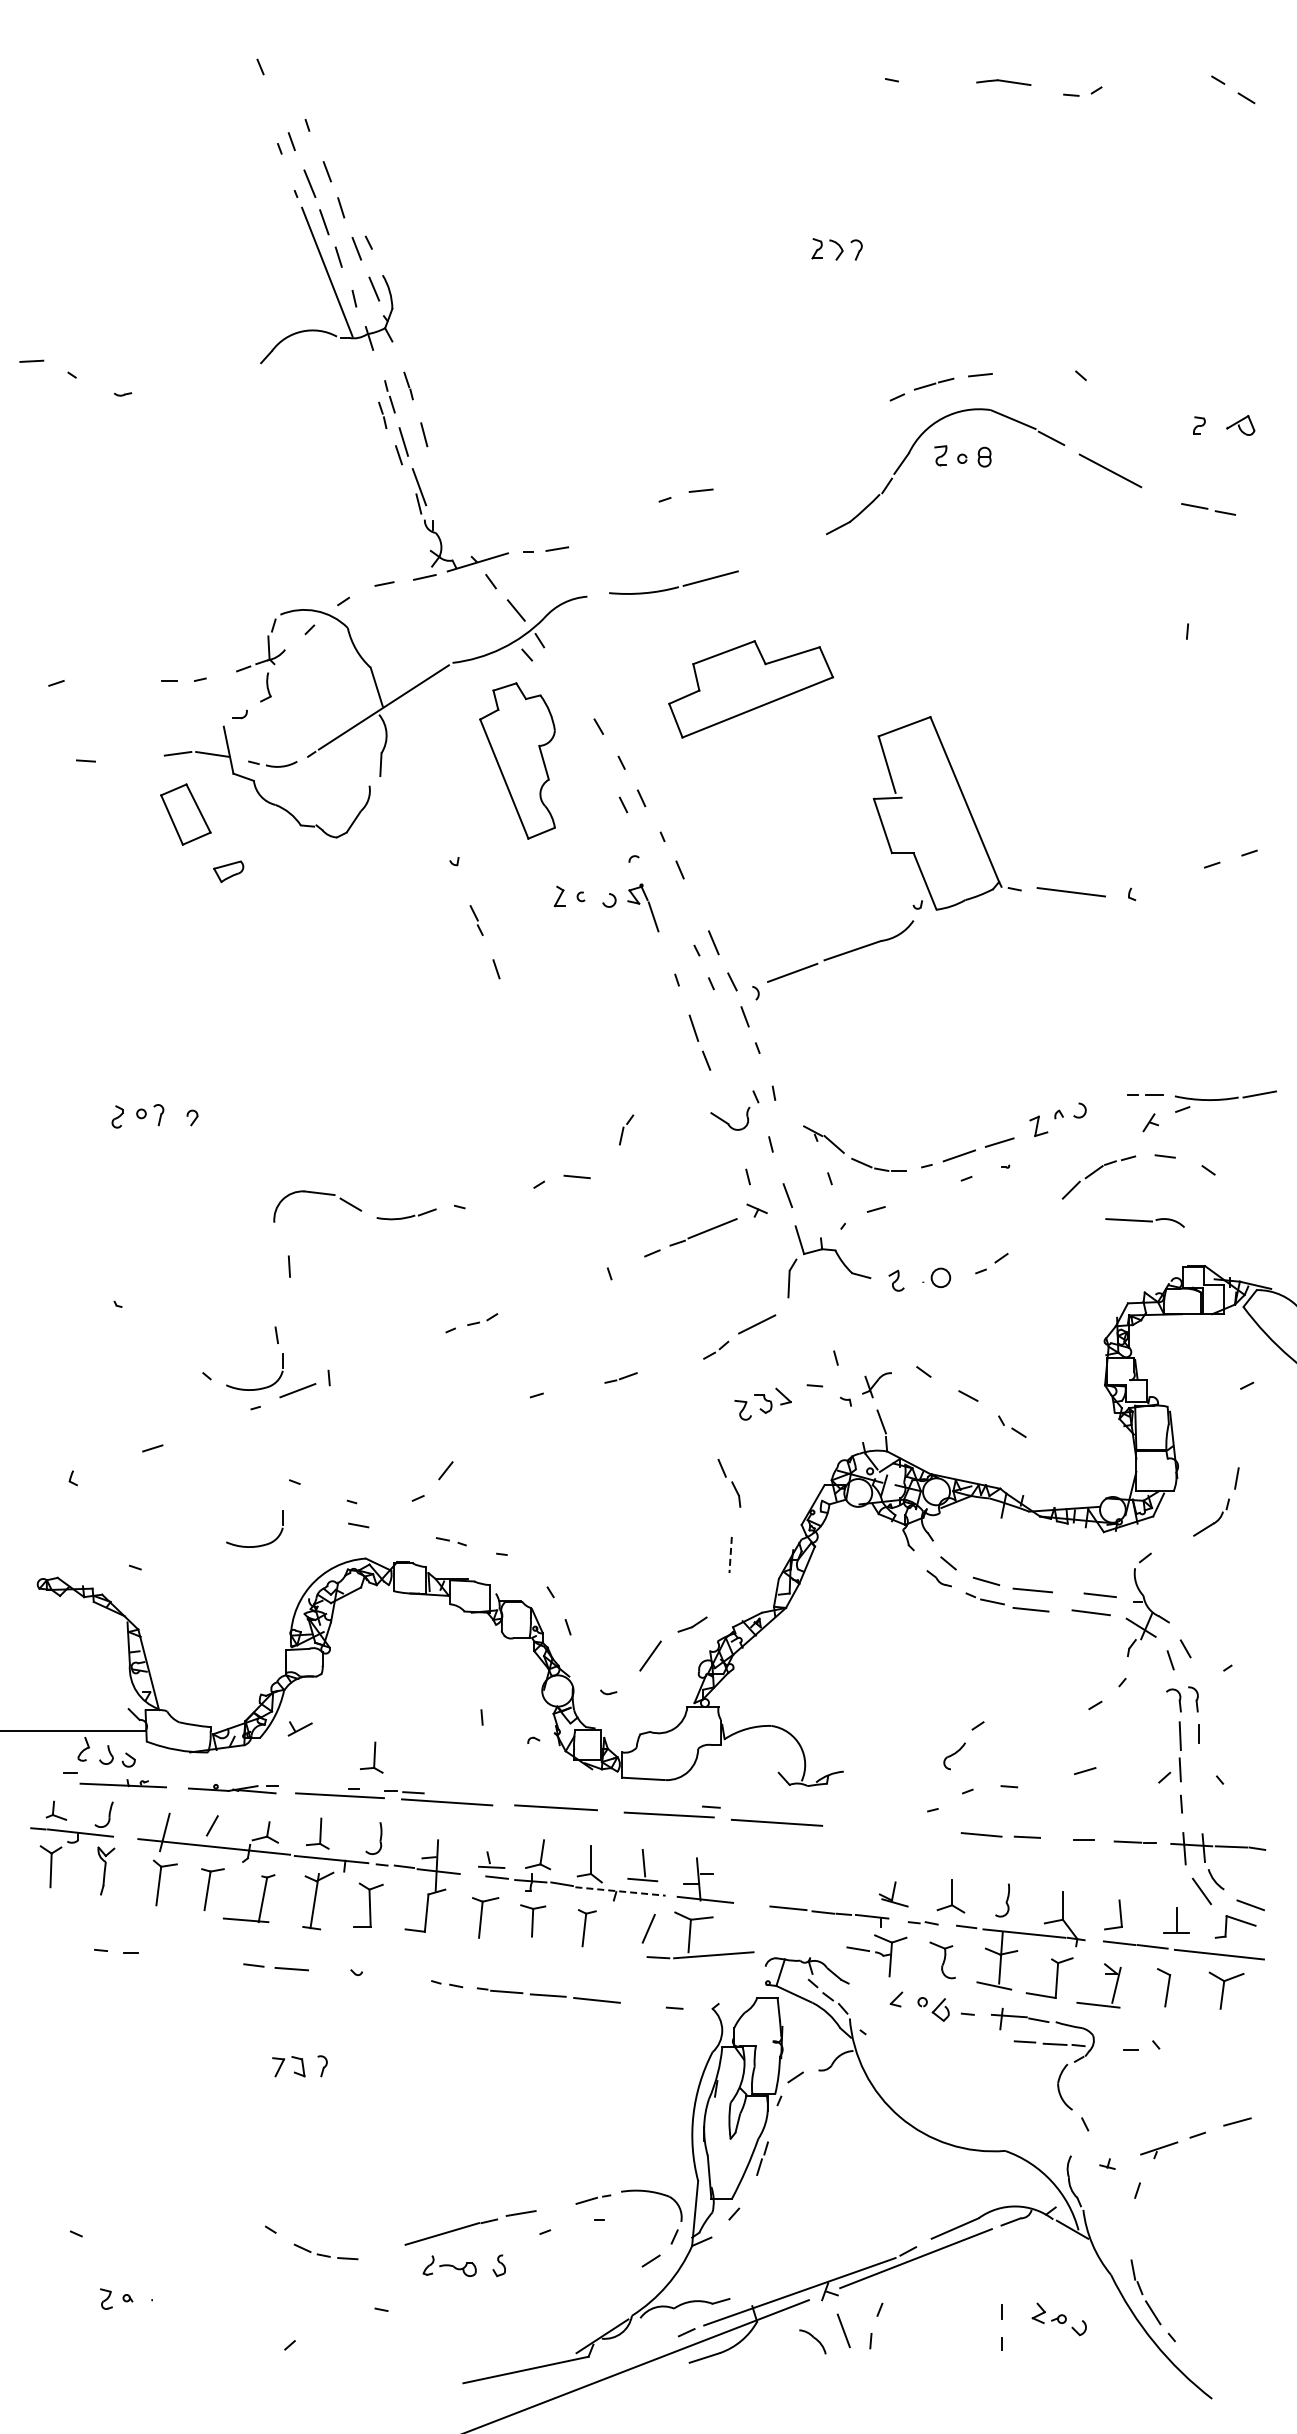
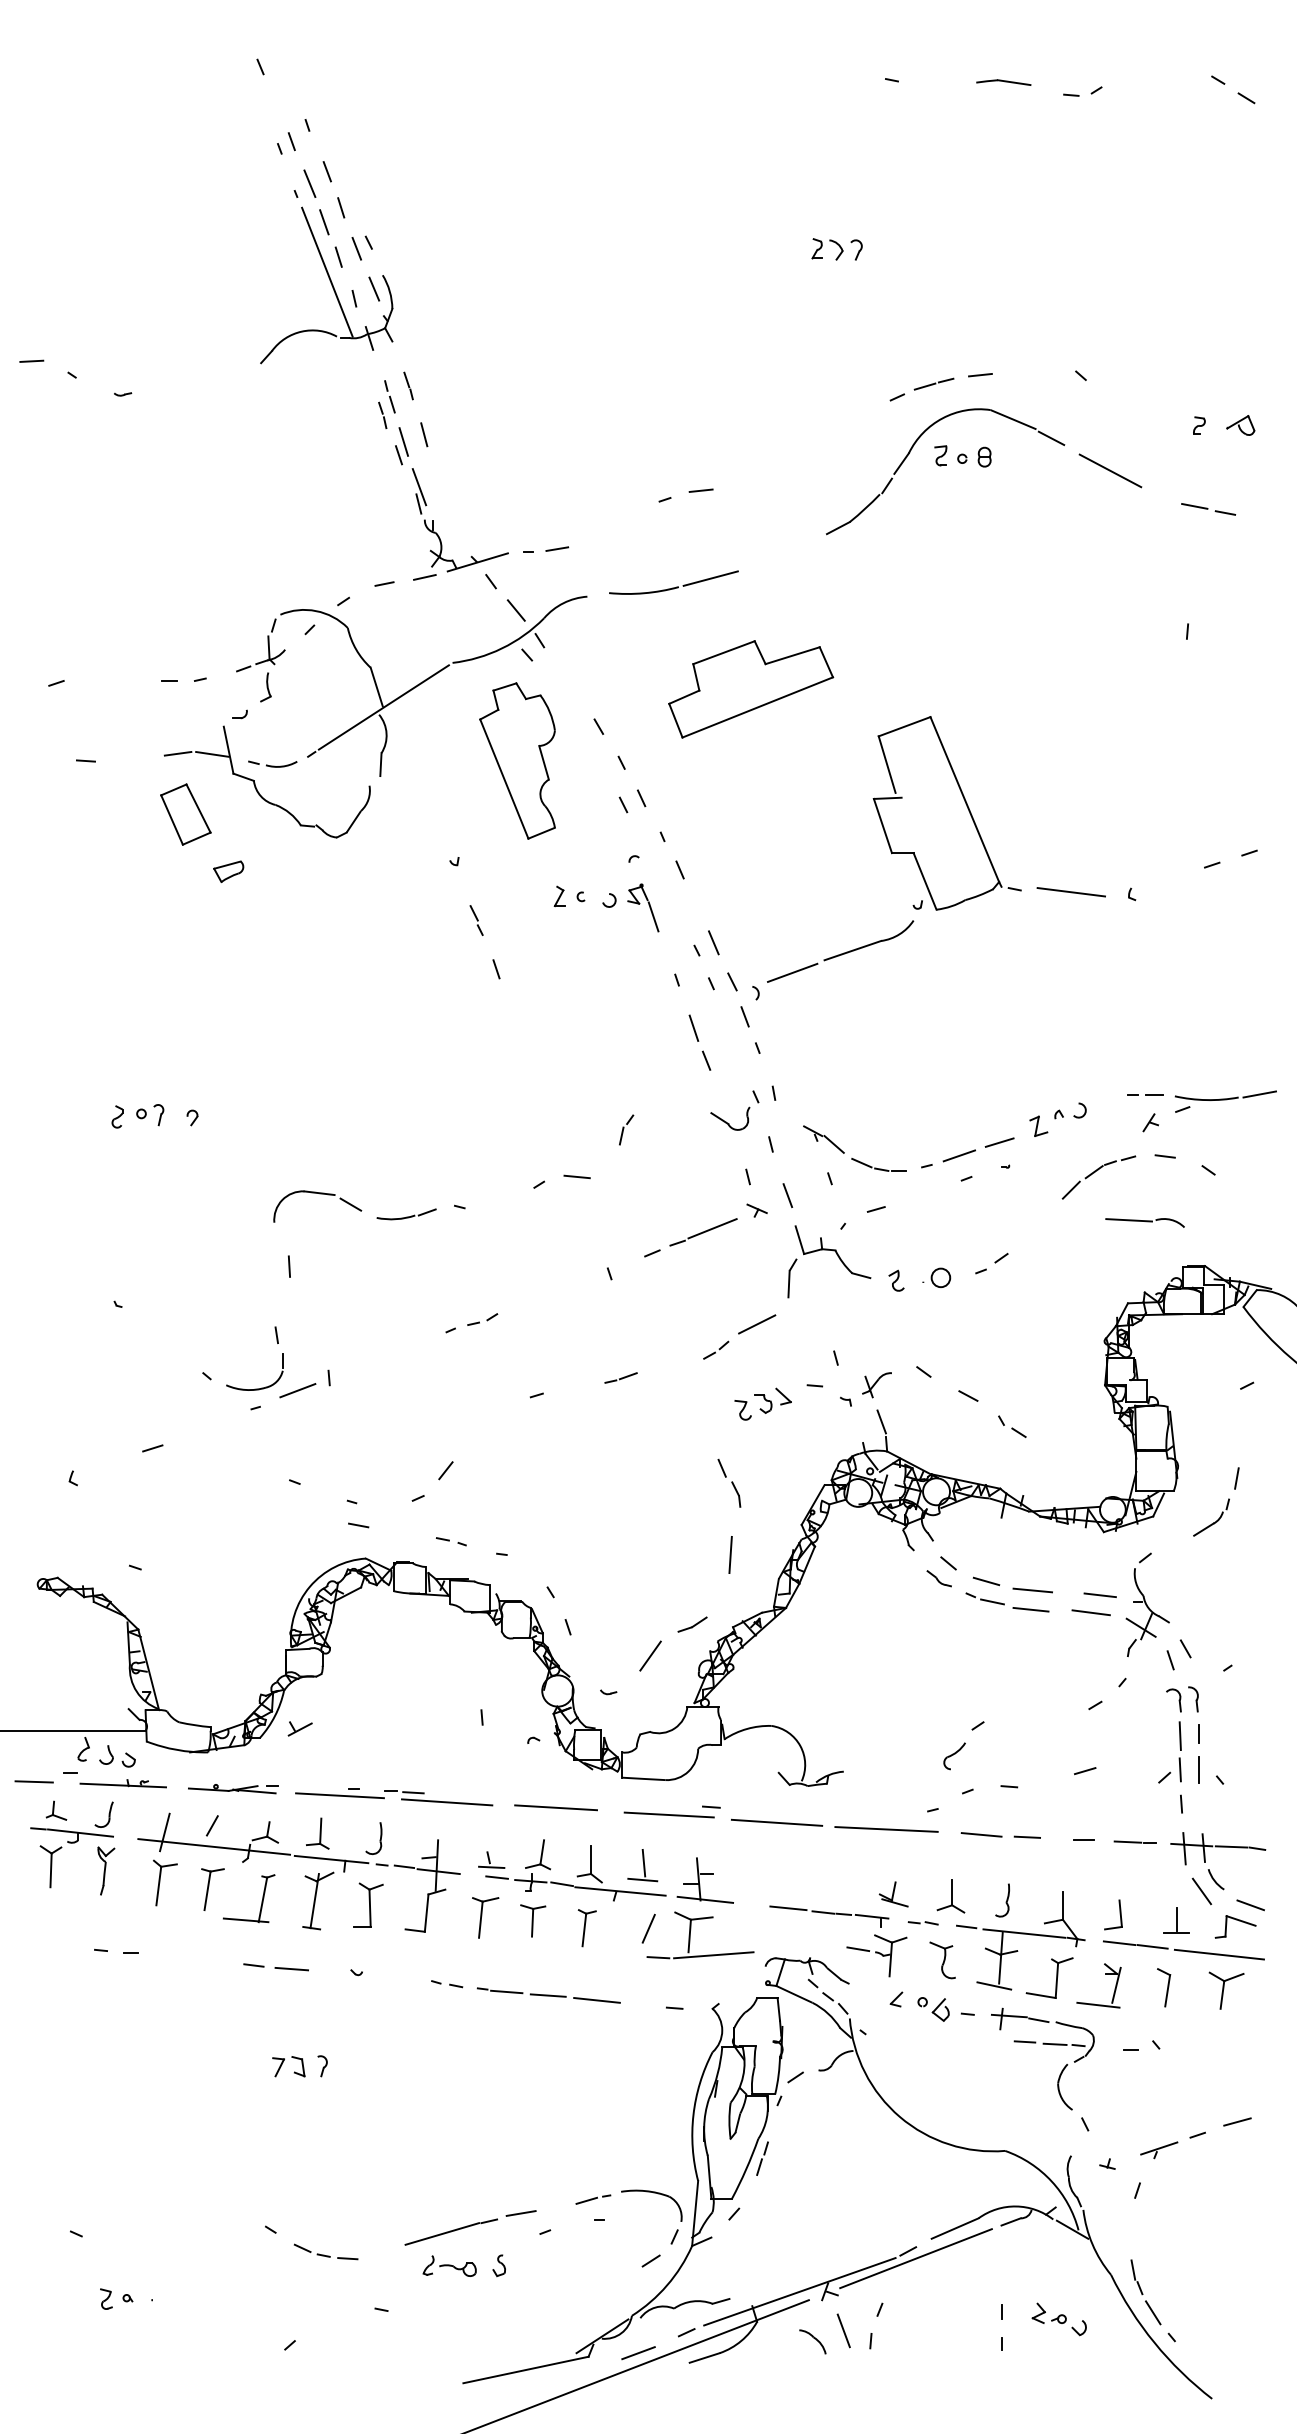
part at (254, 1545): present -> none
line at (730, 1555): dashed -> solid
part at (371, 1757): present -> none
line at (1198, 1769): none -> present
line at (33, 1781): none -> present
line at (886, 1829): none -> present
line at (621, 1891): dashed -> solid
line at (638, 2353): none -> present
